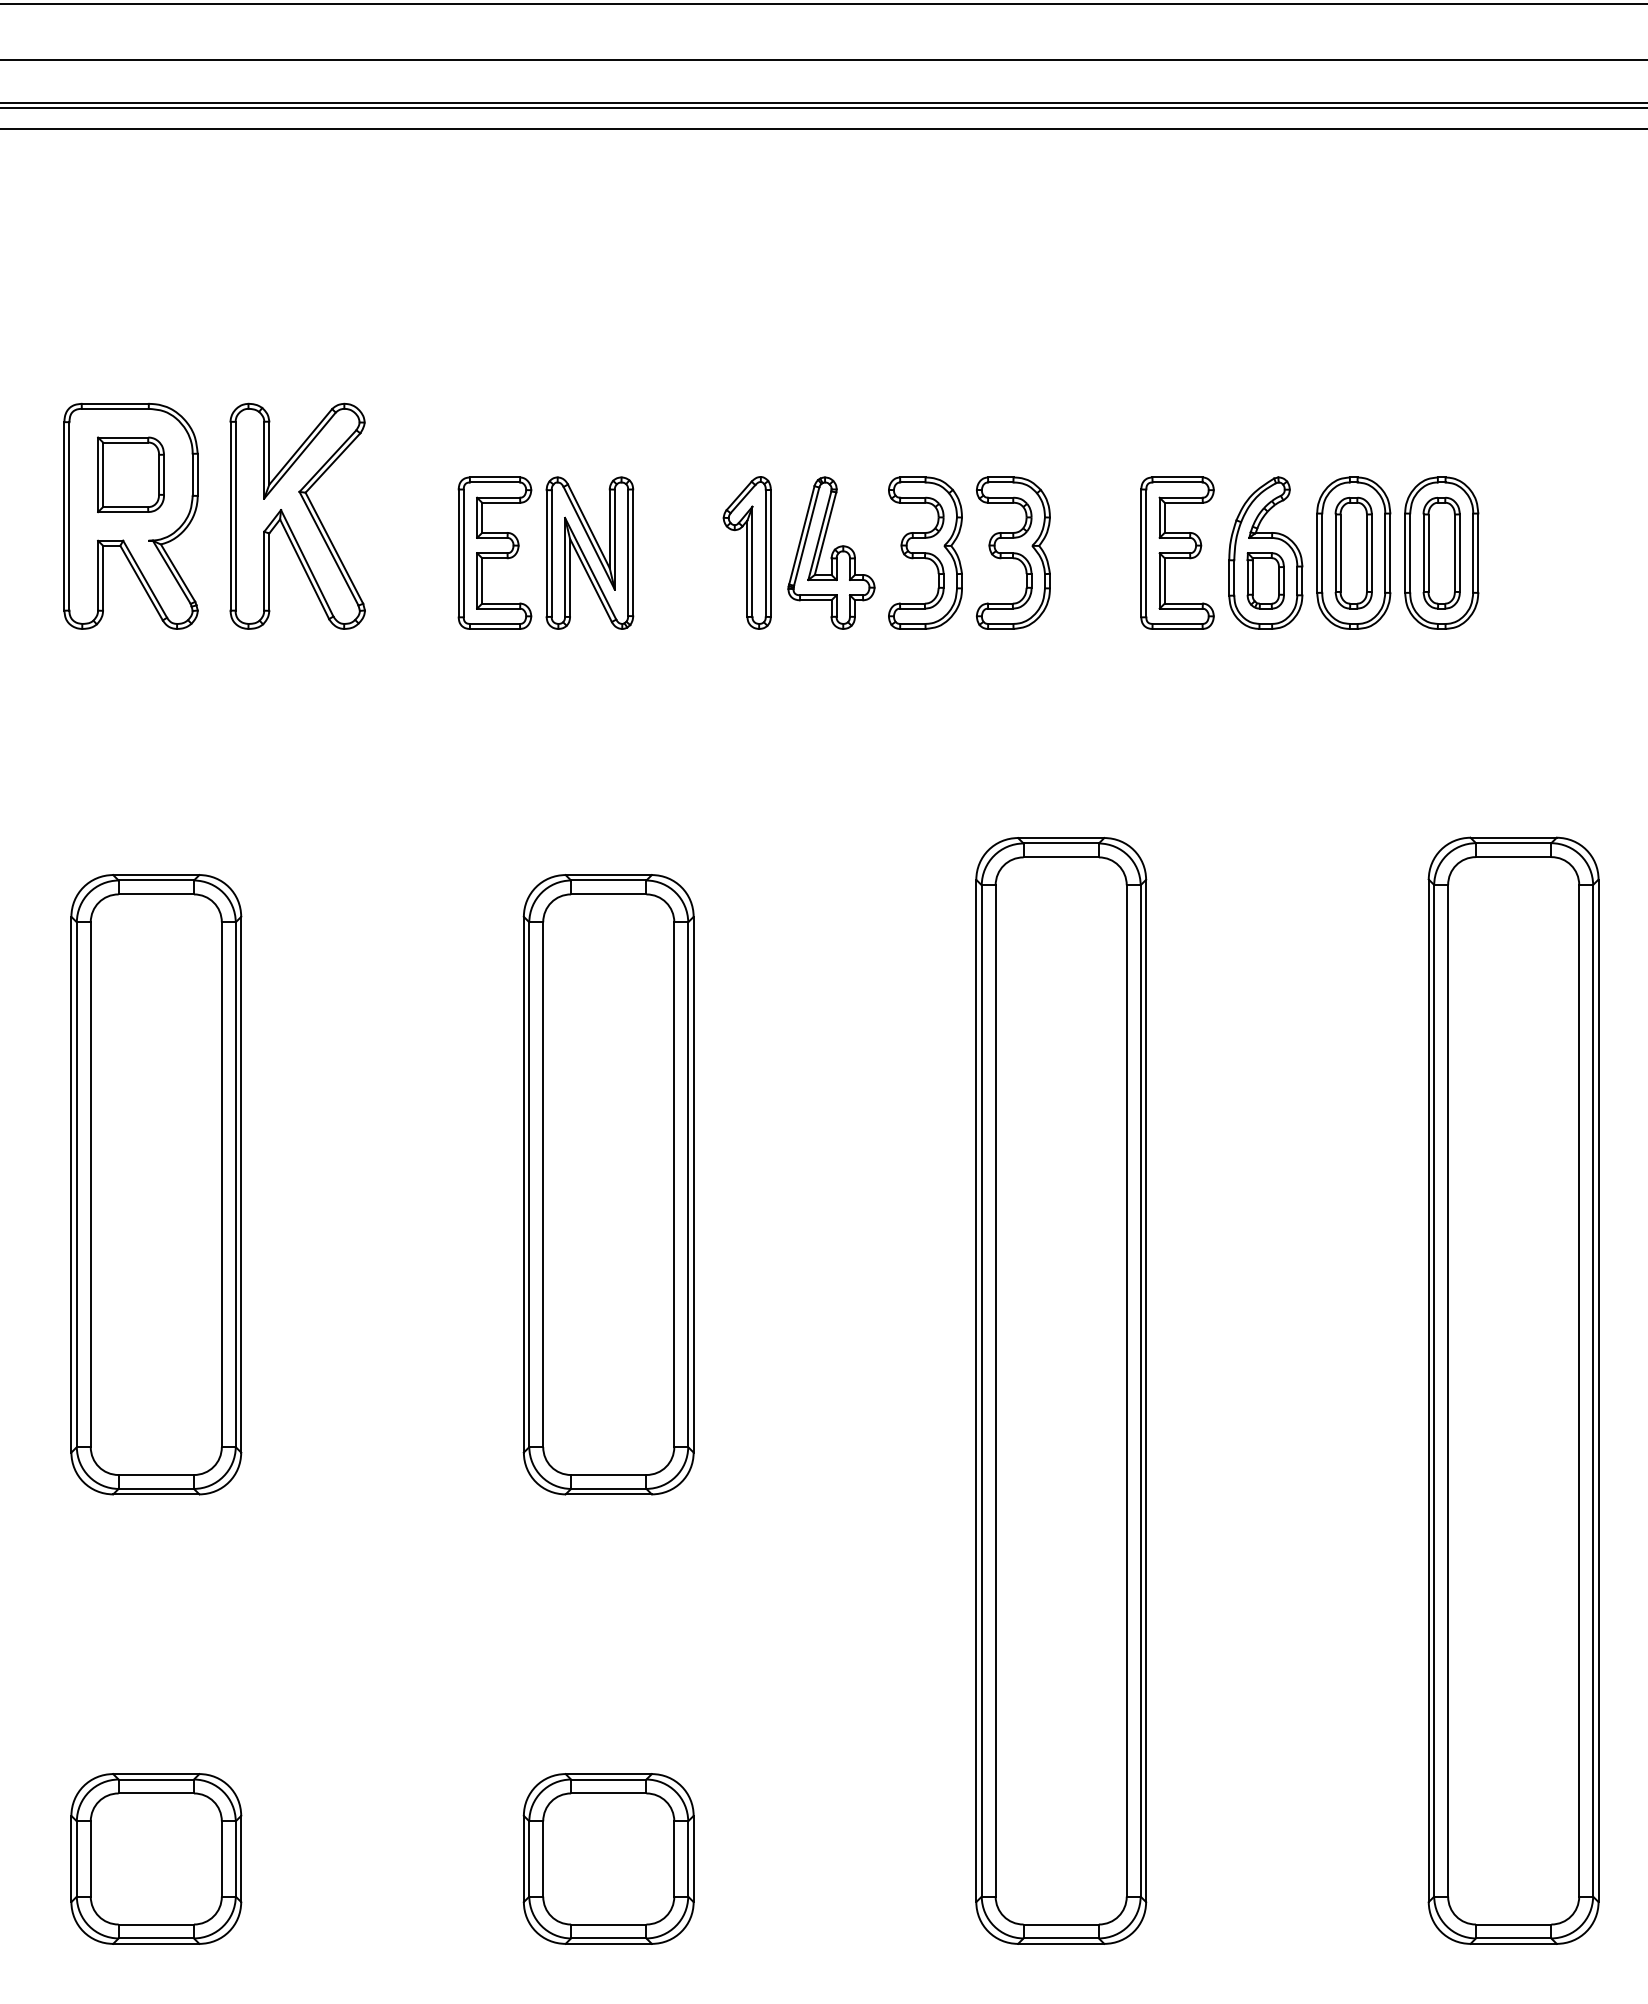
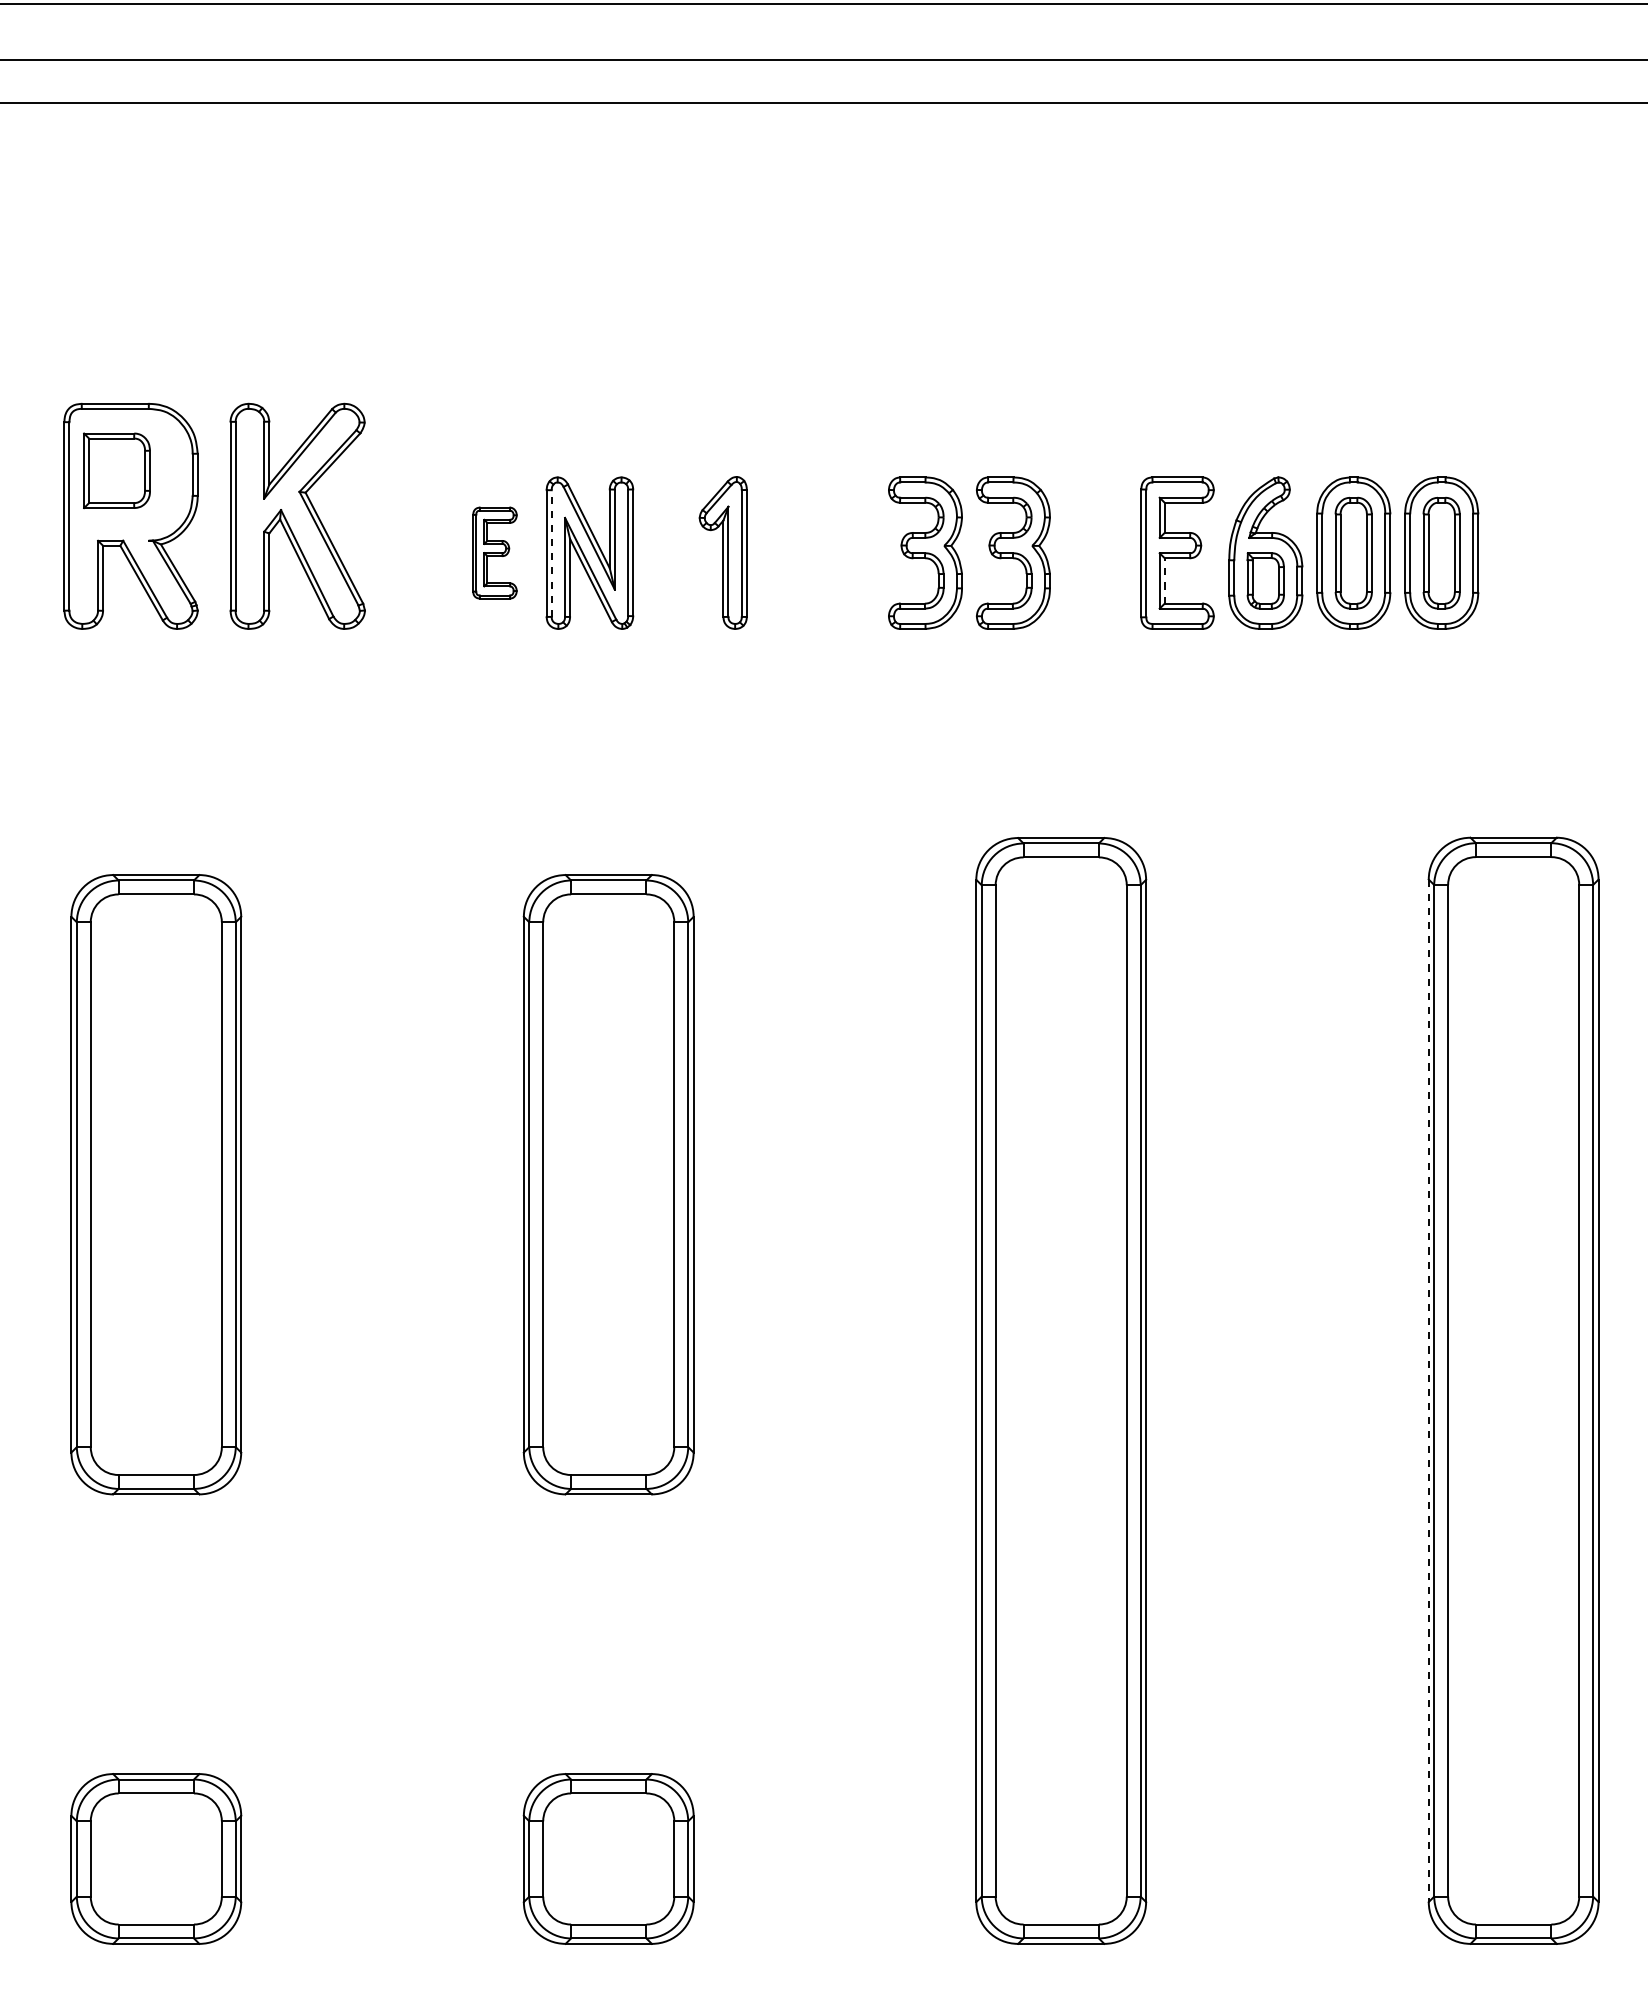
line at (823, 108): present -> none
line at (823, 129): present -> none
part at (130, 474) position: (130, 474) -> (116, 470)
part at (494, 552) size: 76x154 px -> 46x94 px
part at (746, 552) position: (746, 552) -> (722, 552)
part at (831, 552): present -> none
line at (551, 553): solid -> dashed
line at (1164, 580): solid -> dashed
line at (1428, 1391): solid -> dashed
